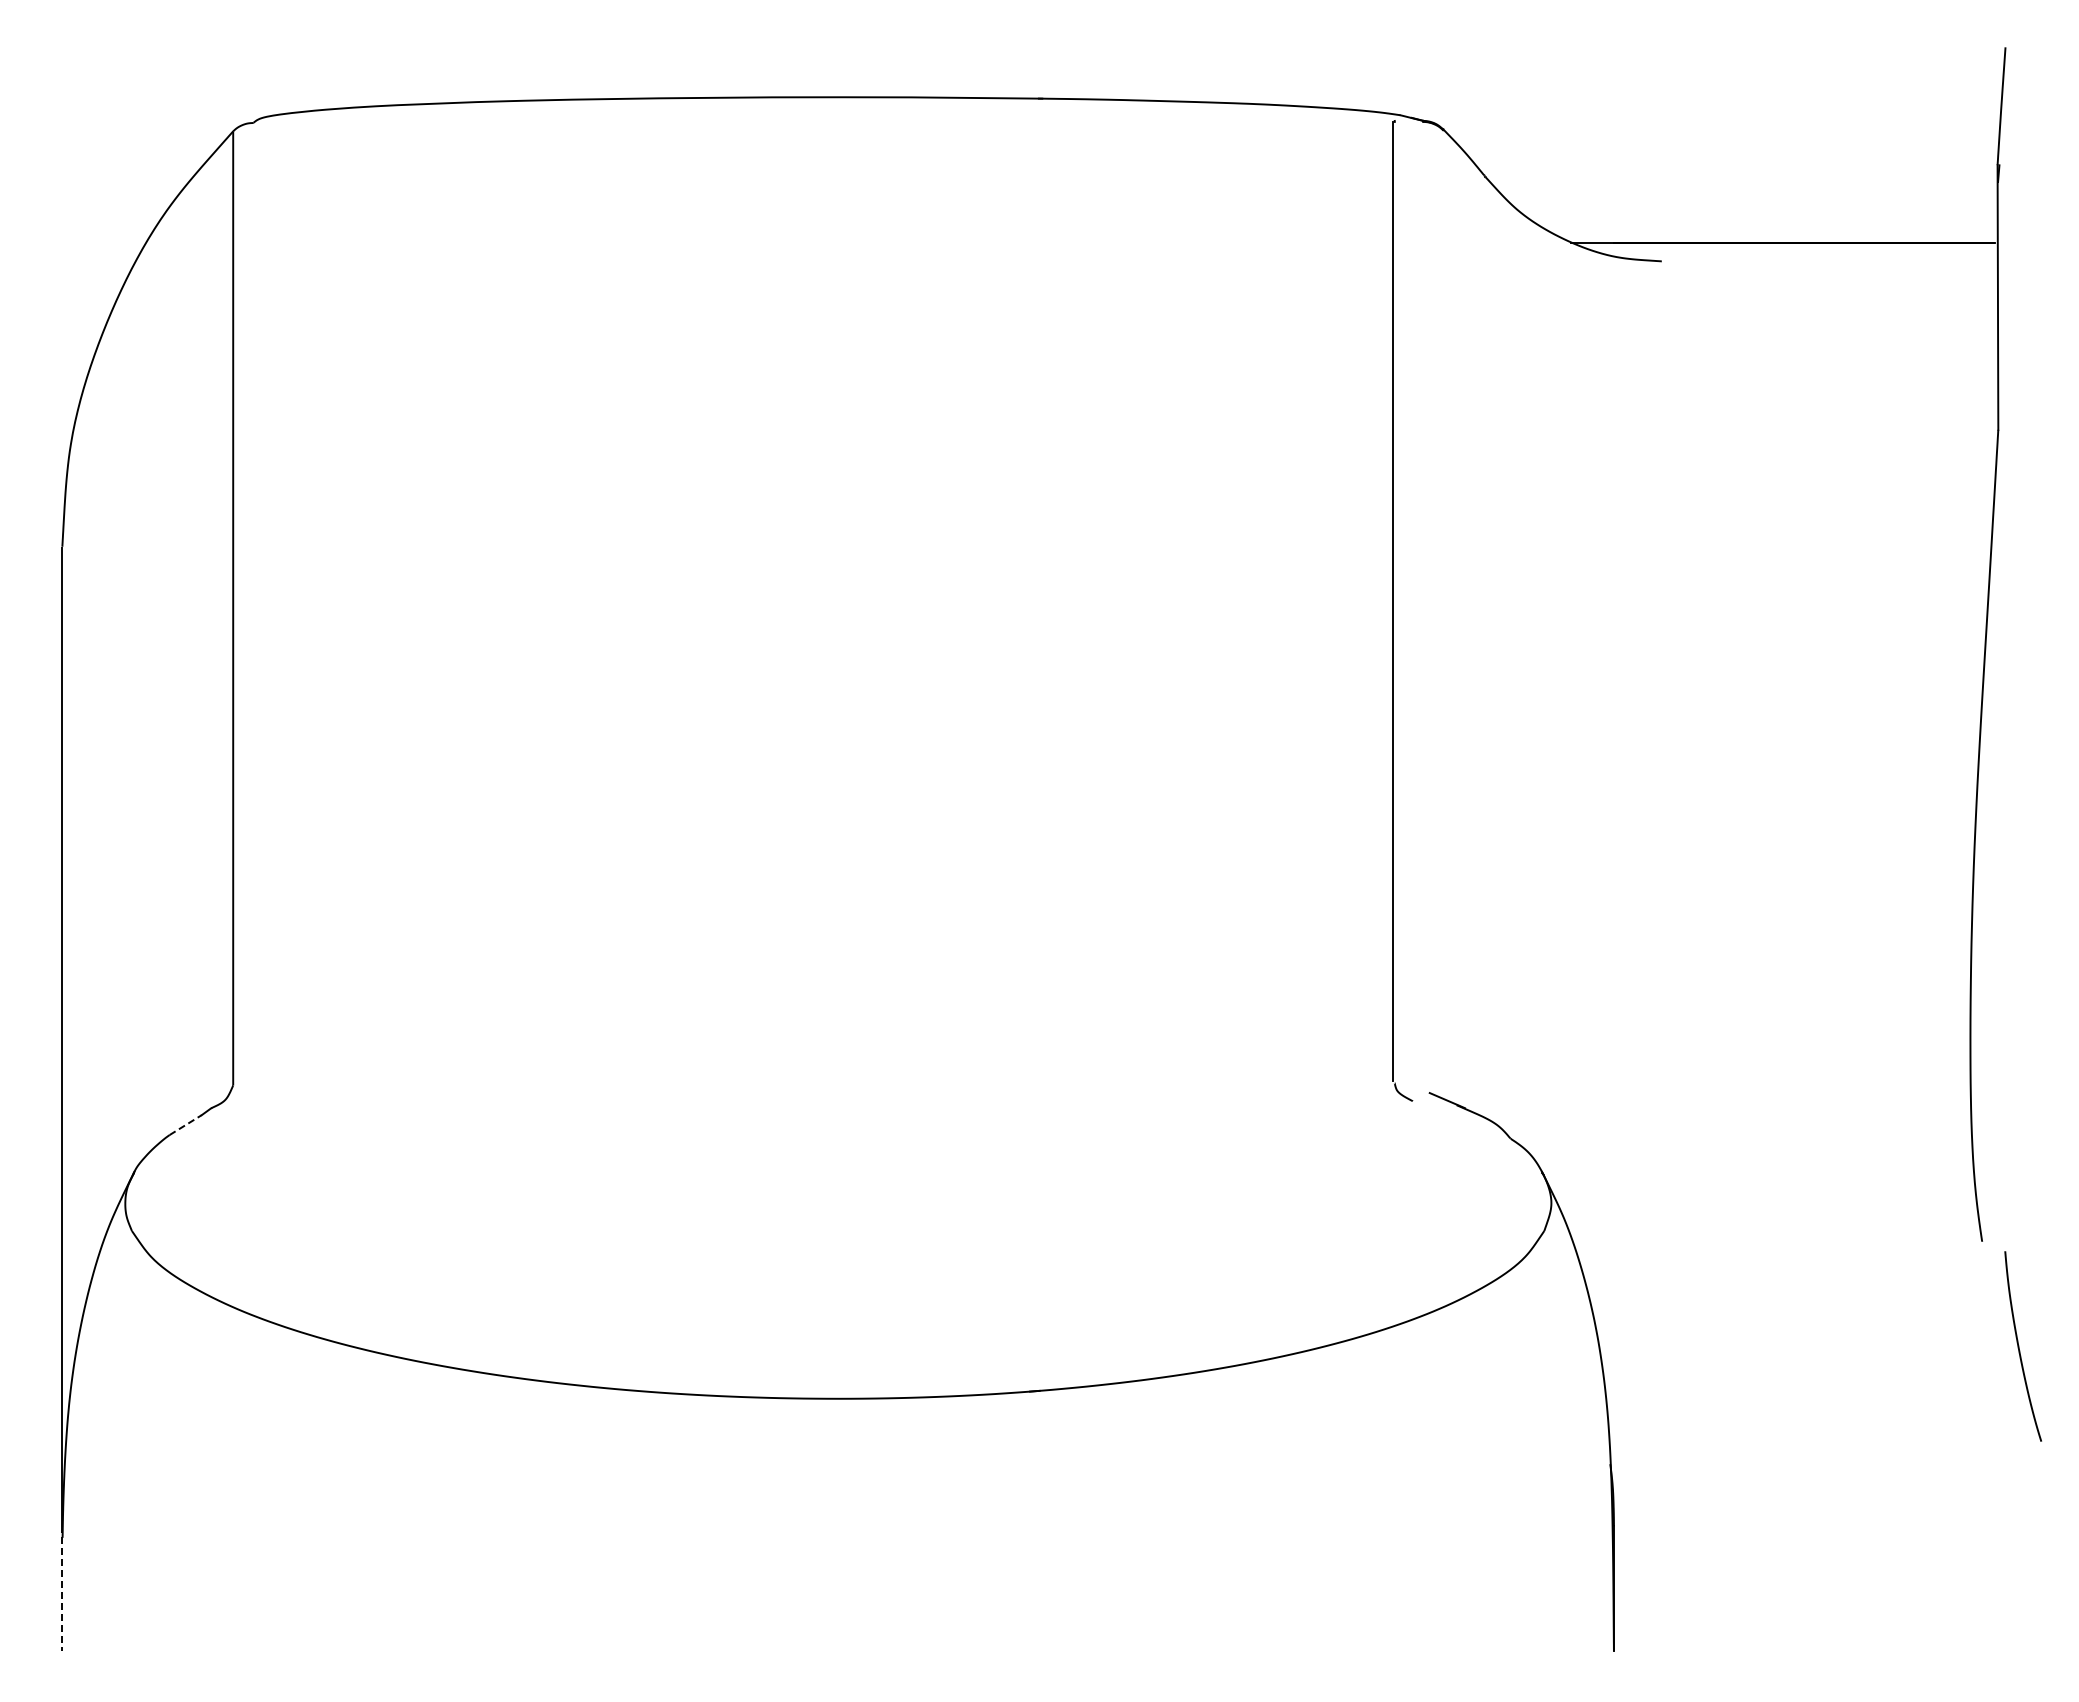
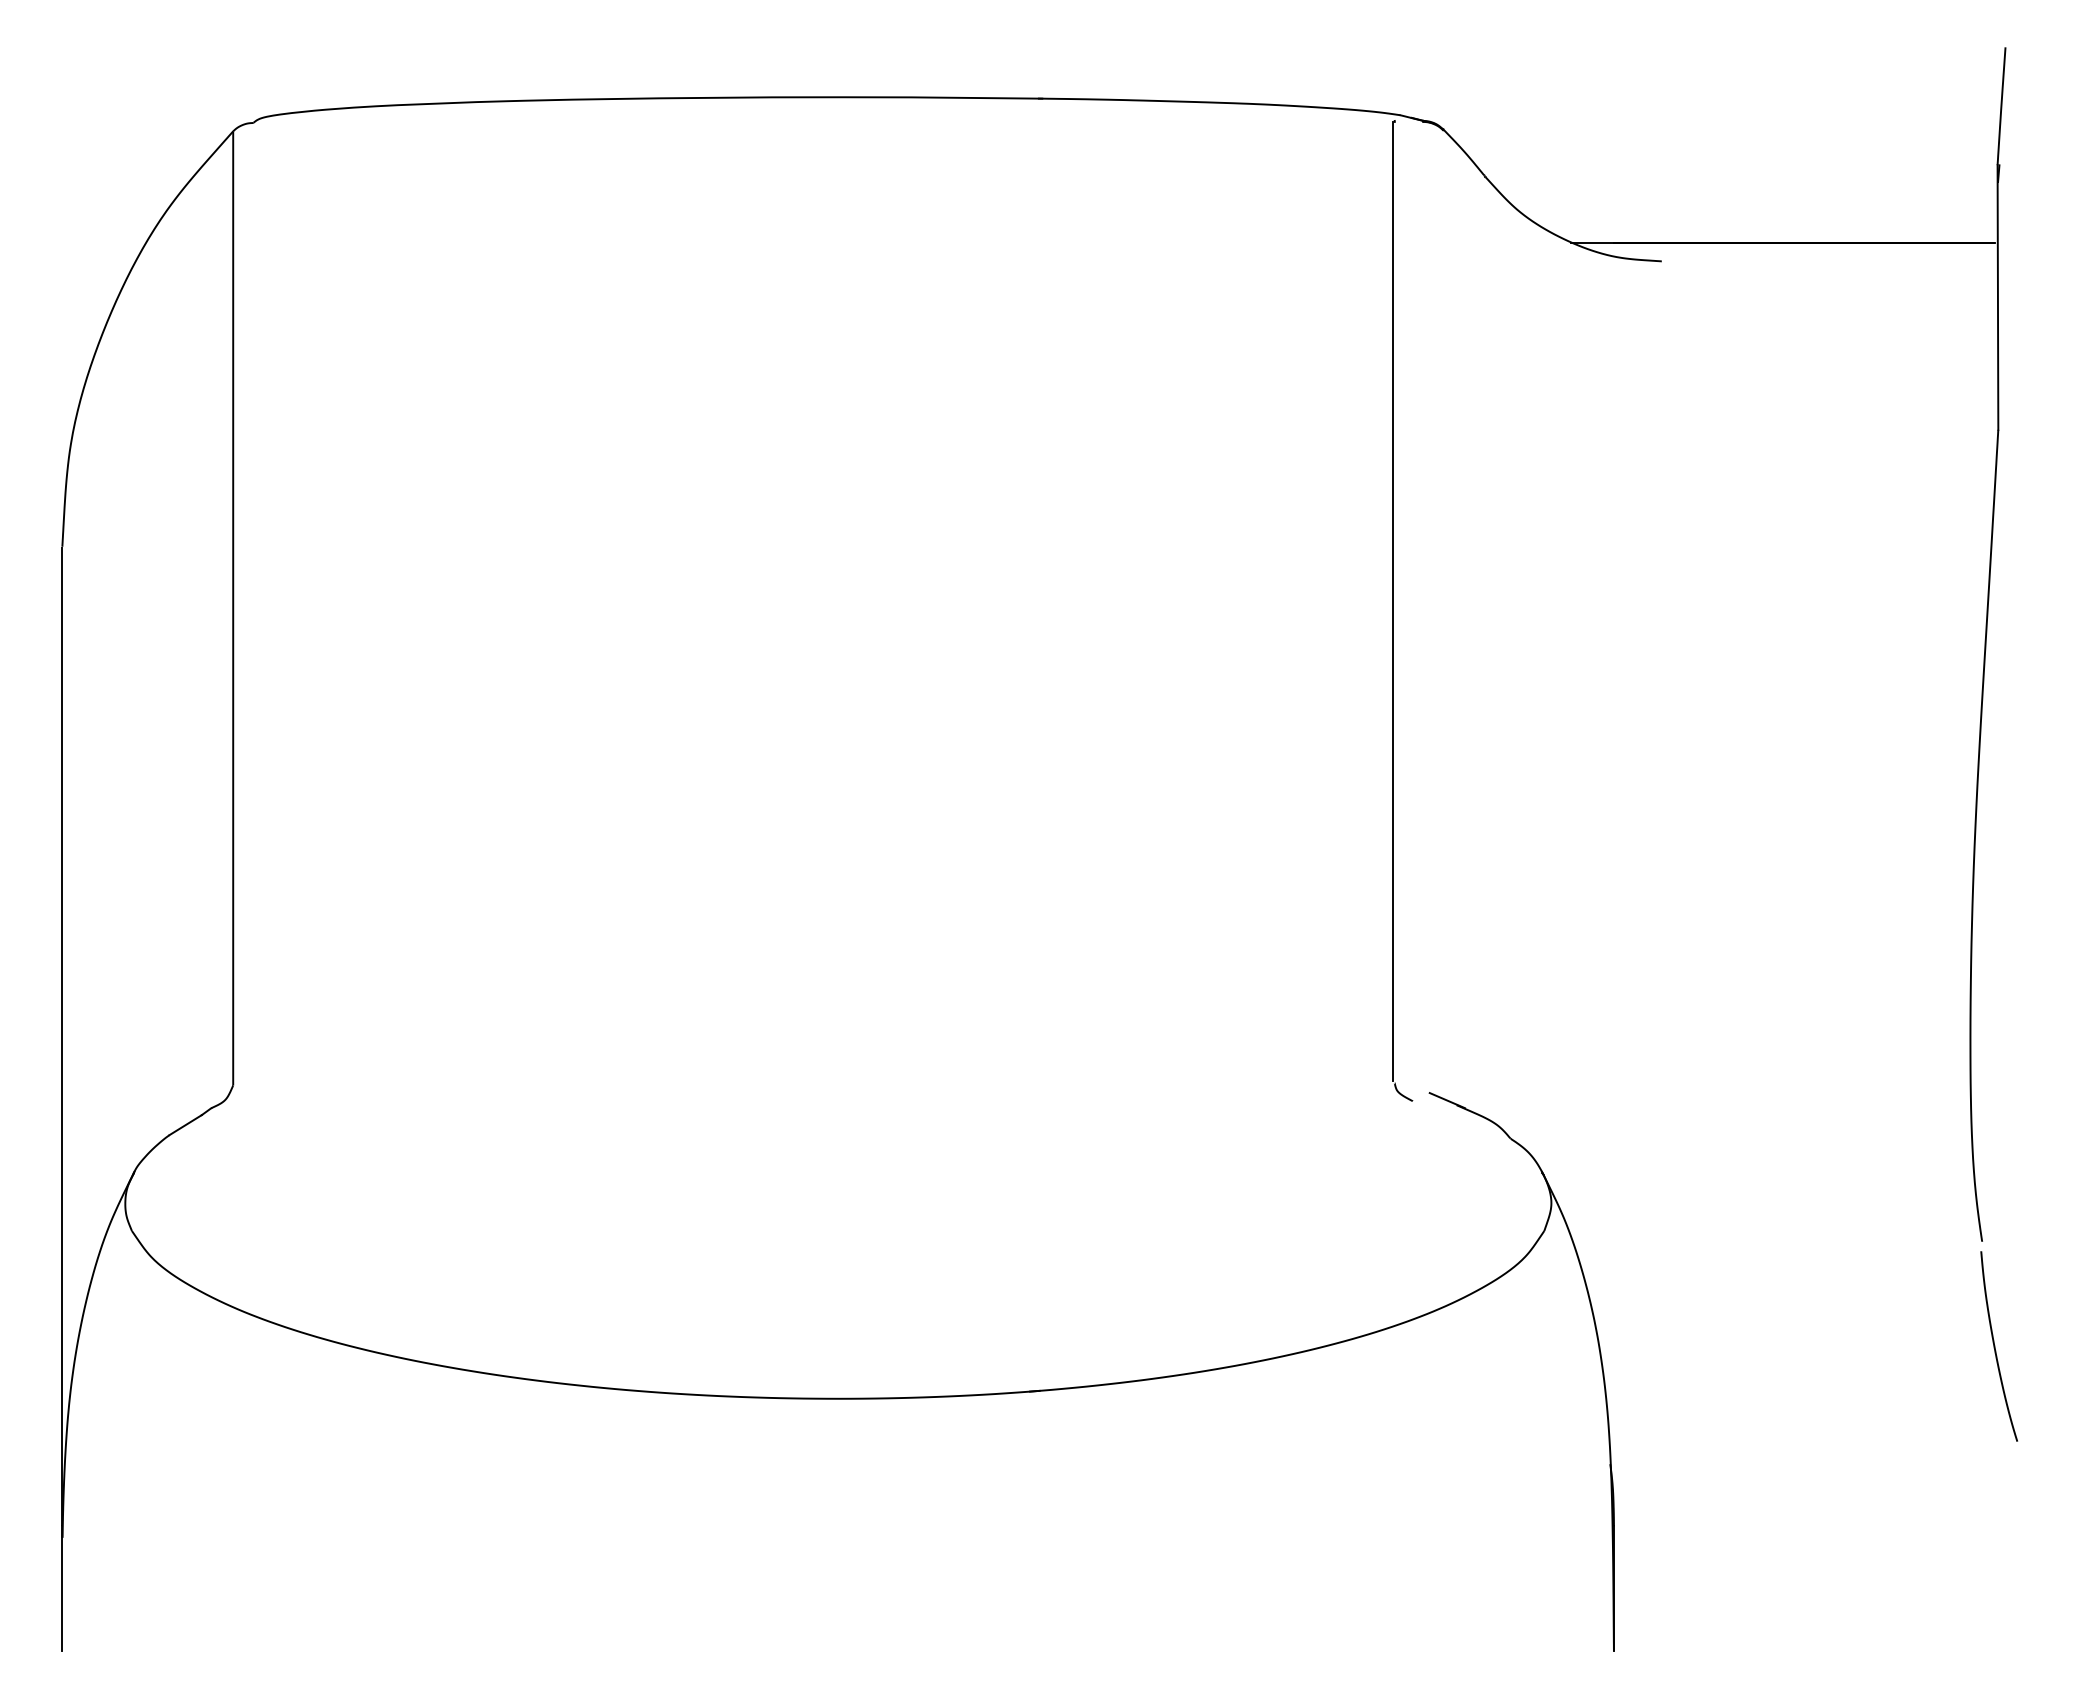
line at (185, 1125): dashed -> solid
curve at (2019, 1346) position: (2019, 1346) -> (1995, 1346)
line at (62, 1589): dashed -> solid
